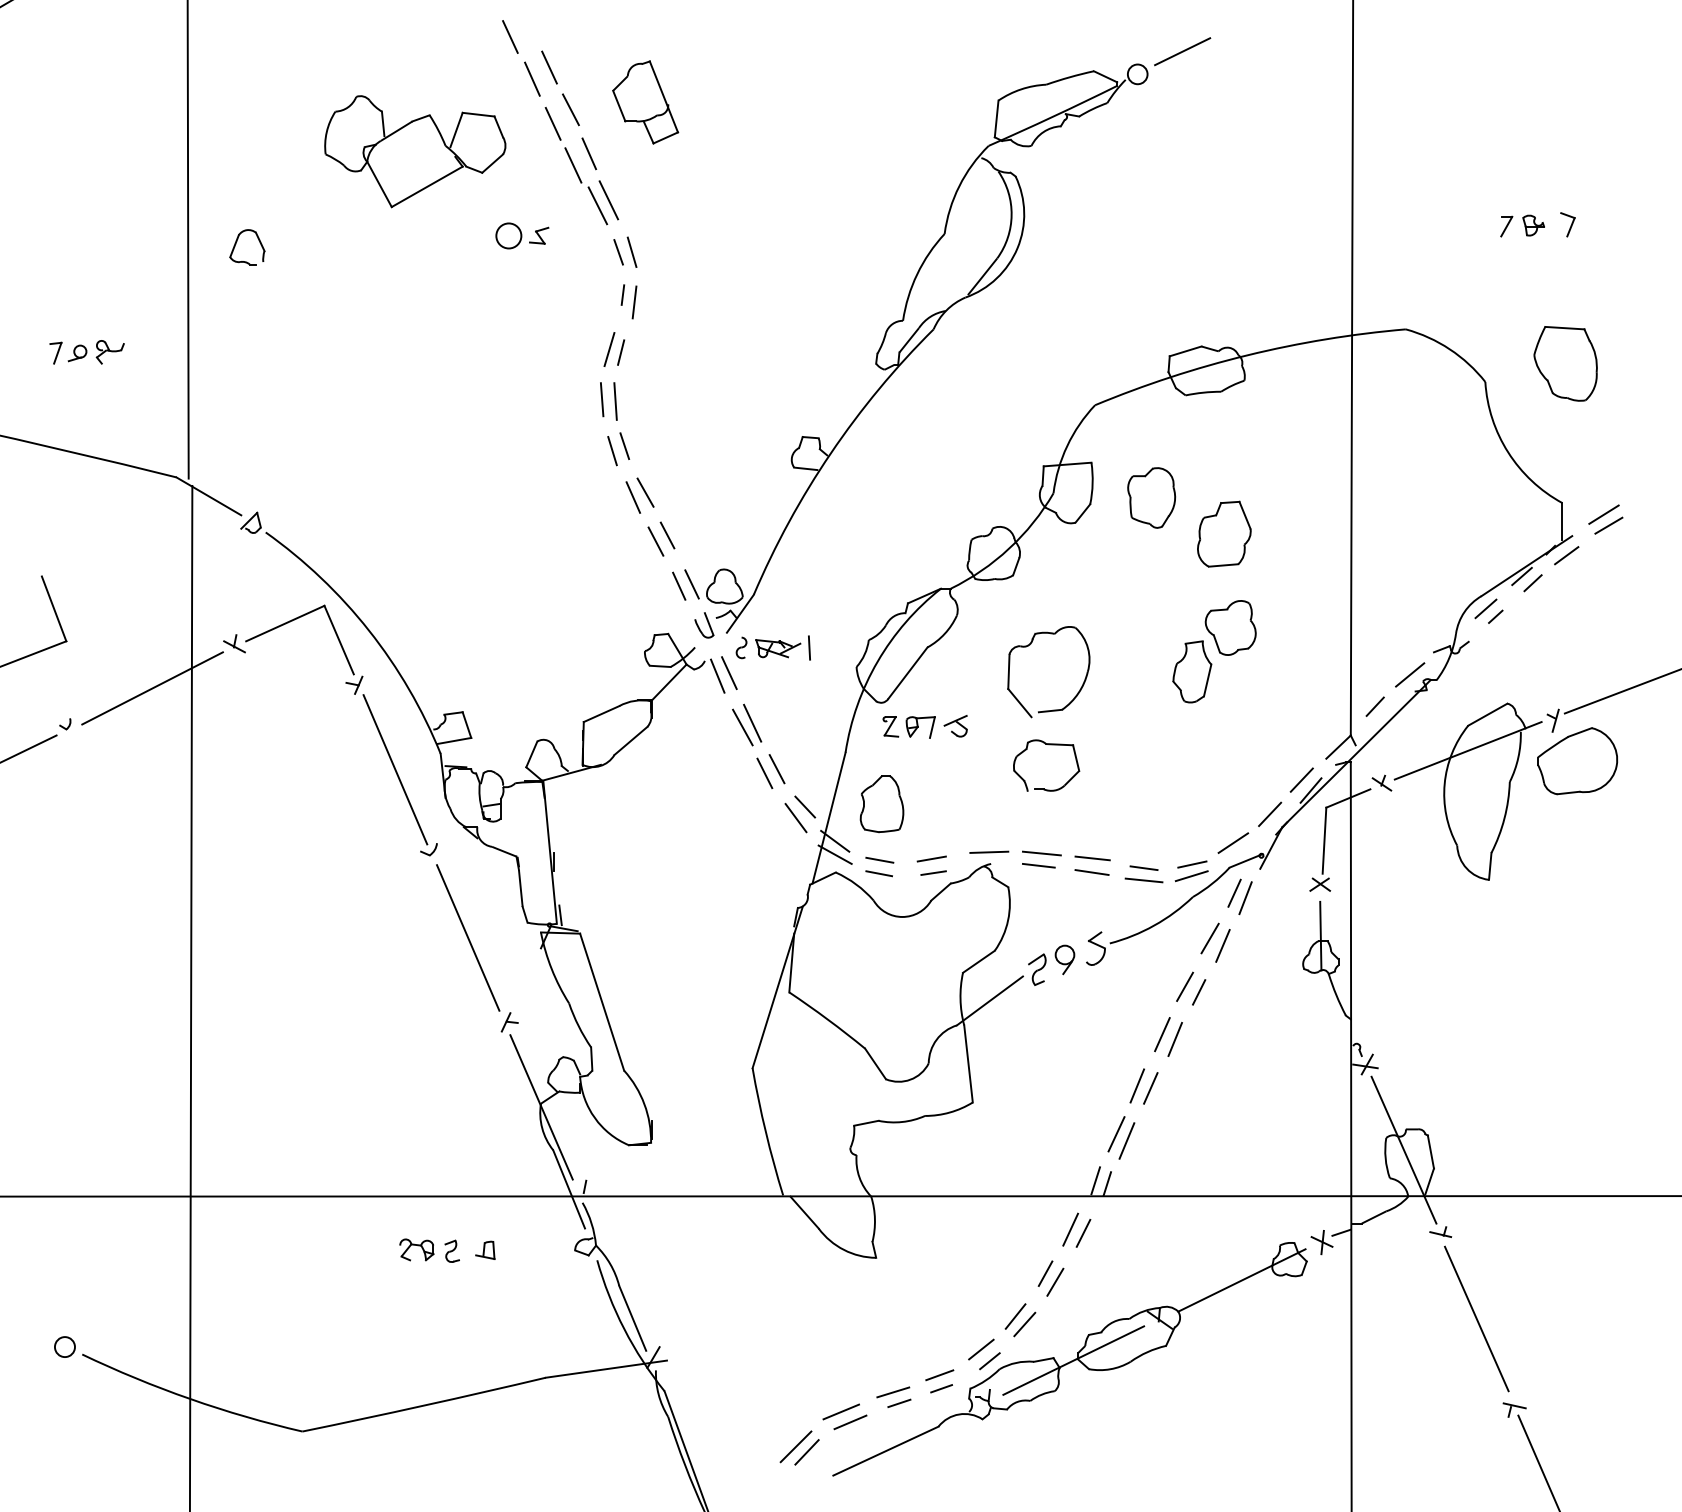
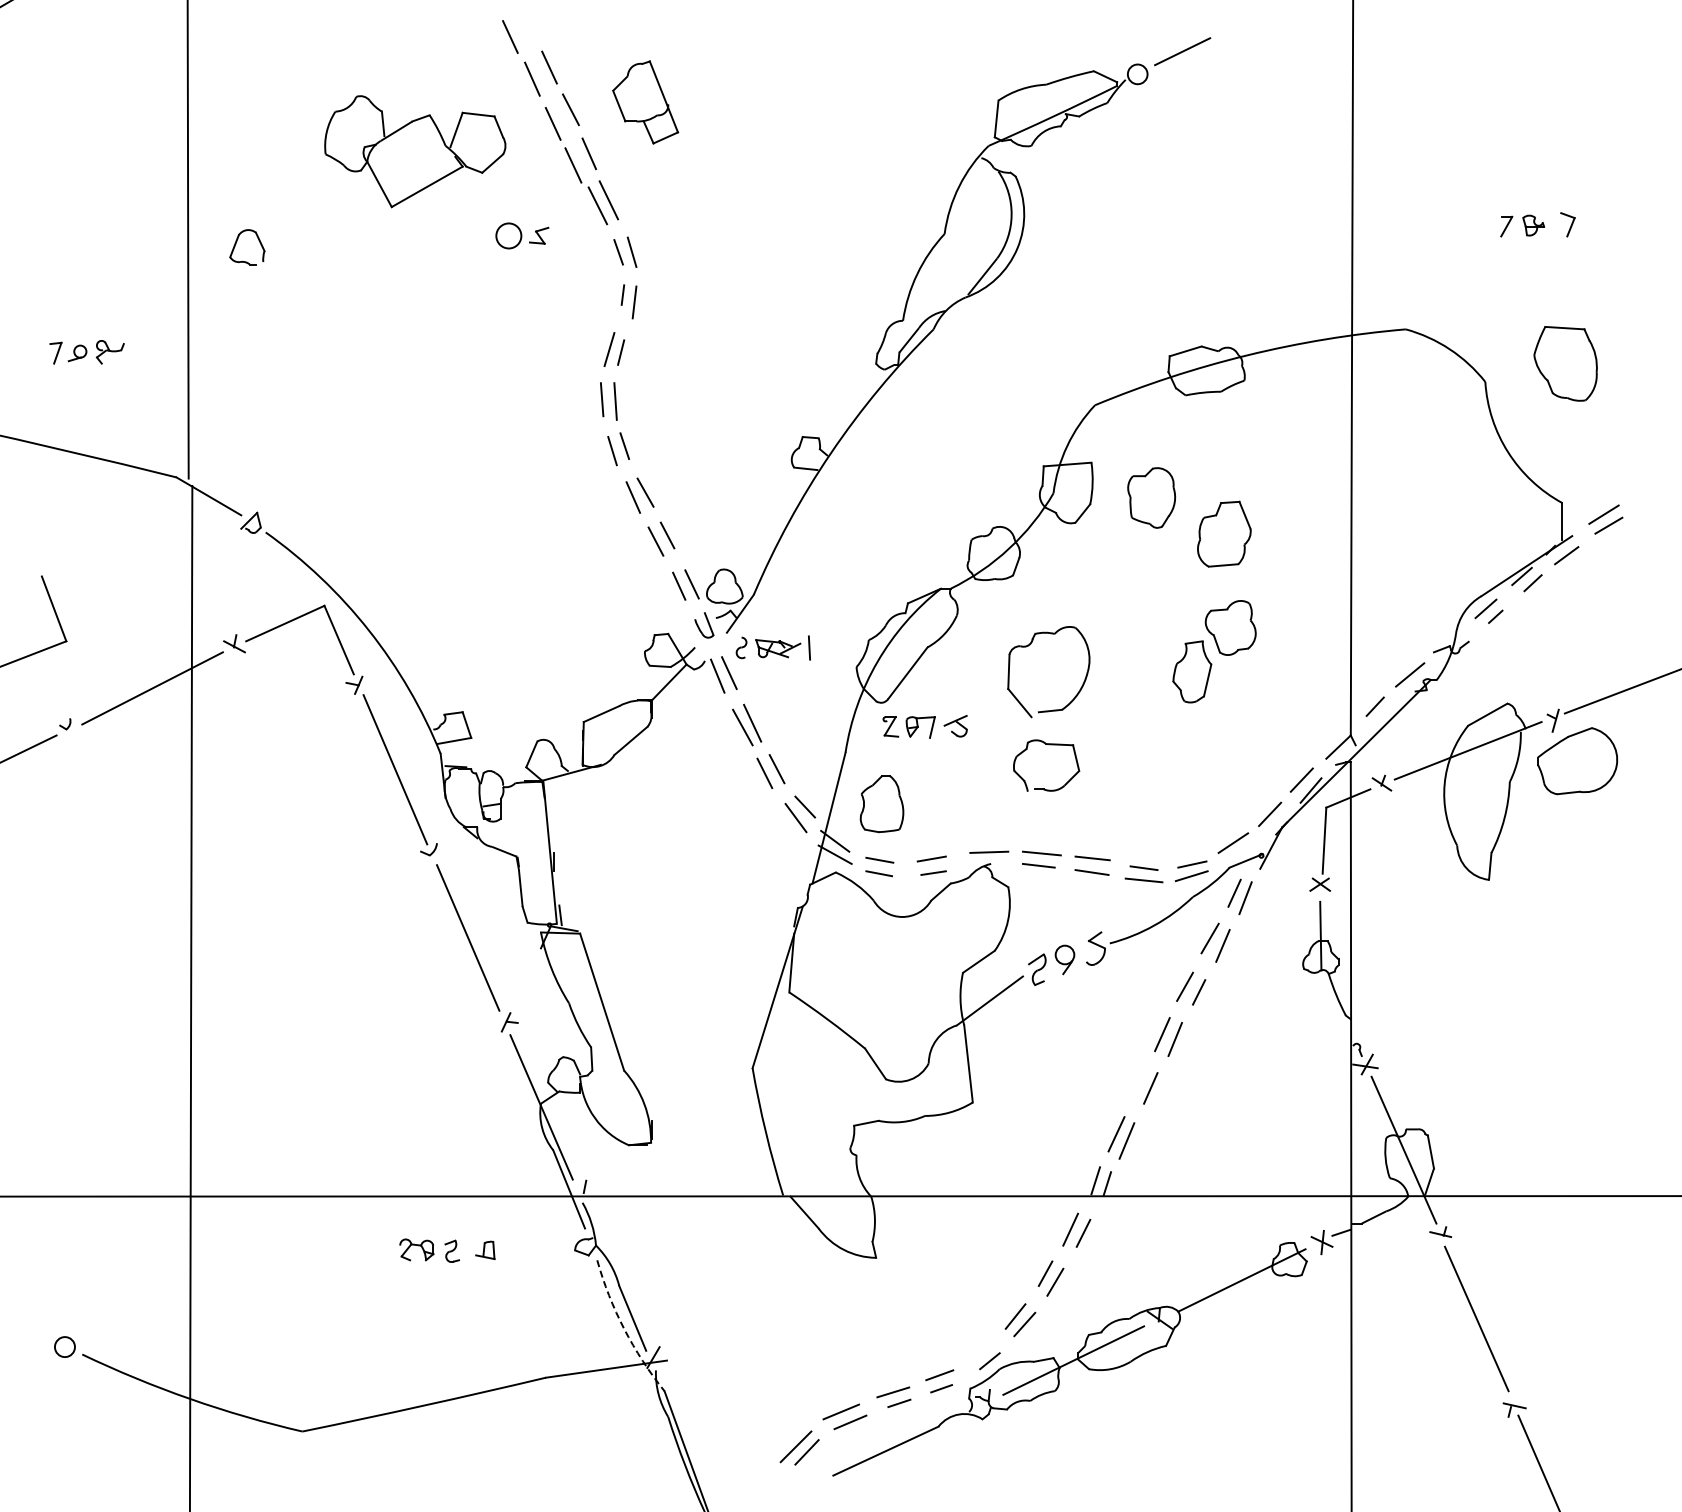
line at (1136, 1085): present -> none
arc at (624, 1329): solid -> dashed
line at (981, 1349): present -> none
